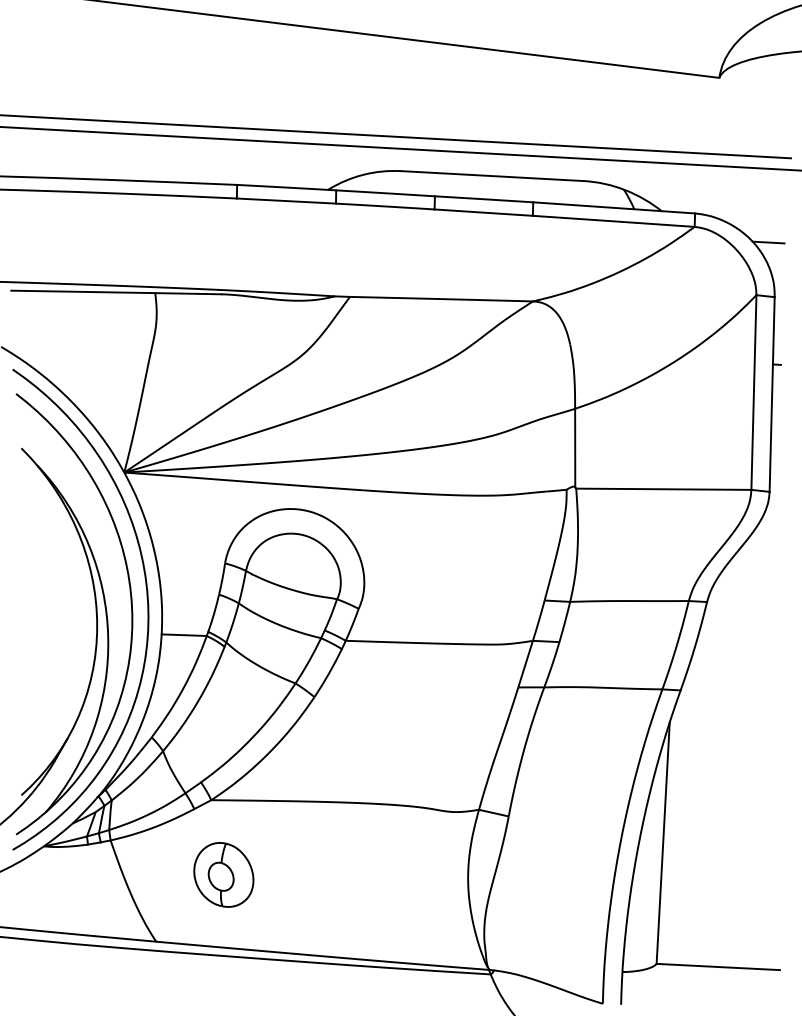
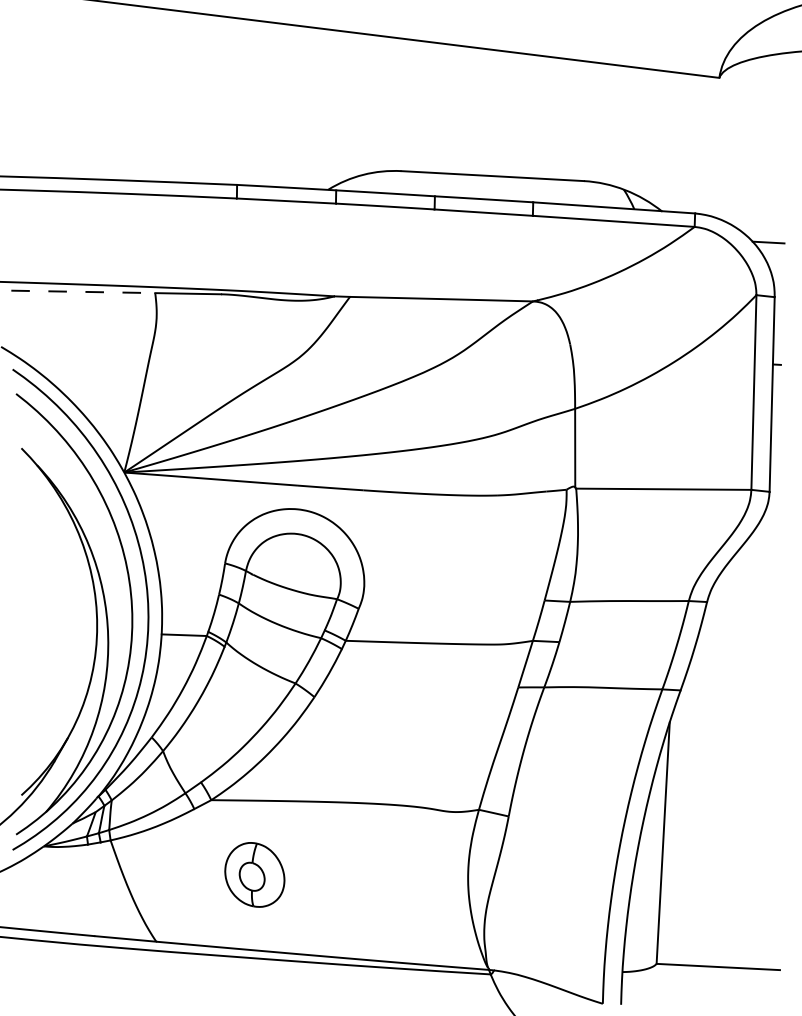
line at (396, 136): present -> none
line at (400, 148): present -> none
line at (83, 291): solid -> dashed
part at (223, 874) position: (223, 874) -> (254, 874)
